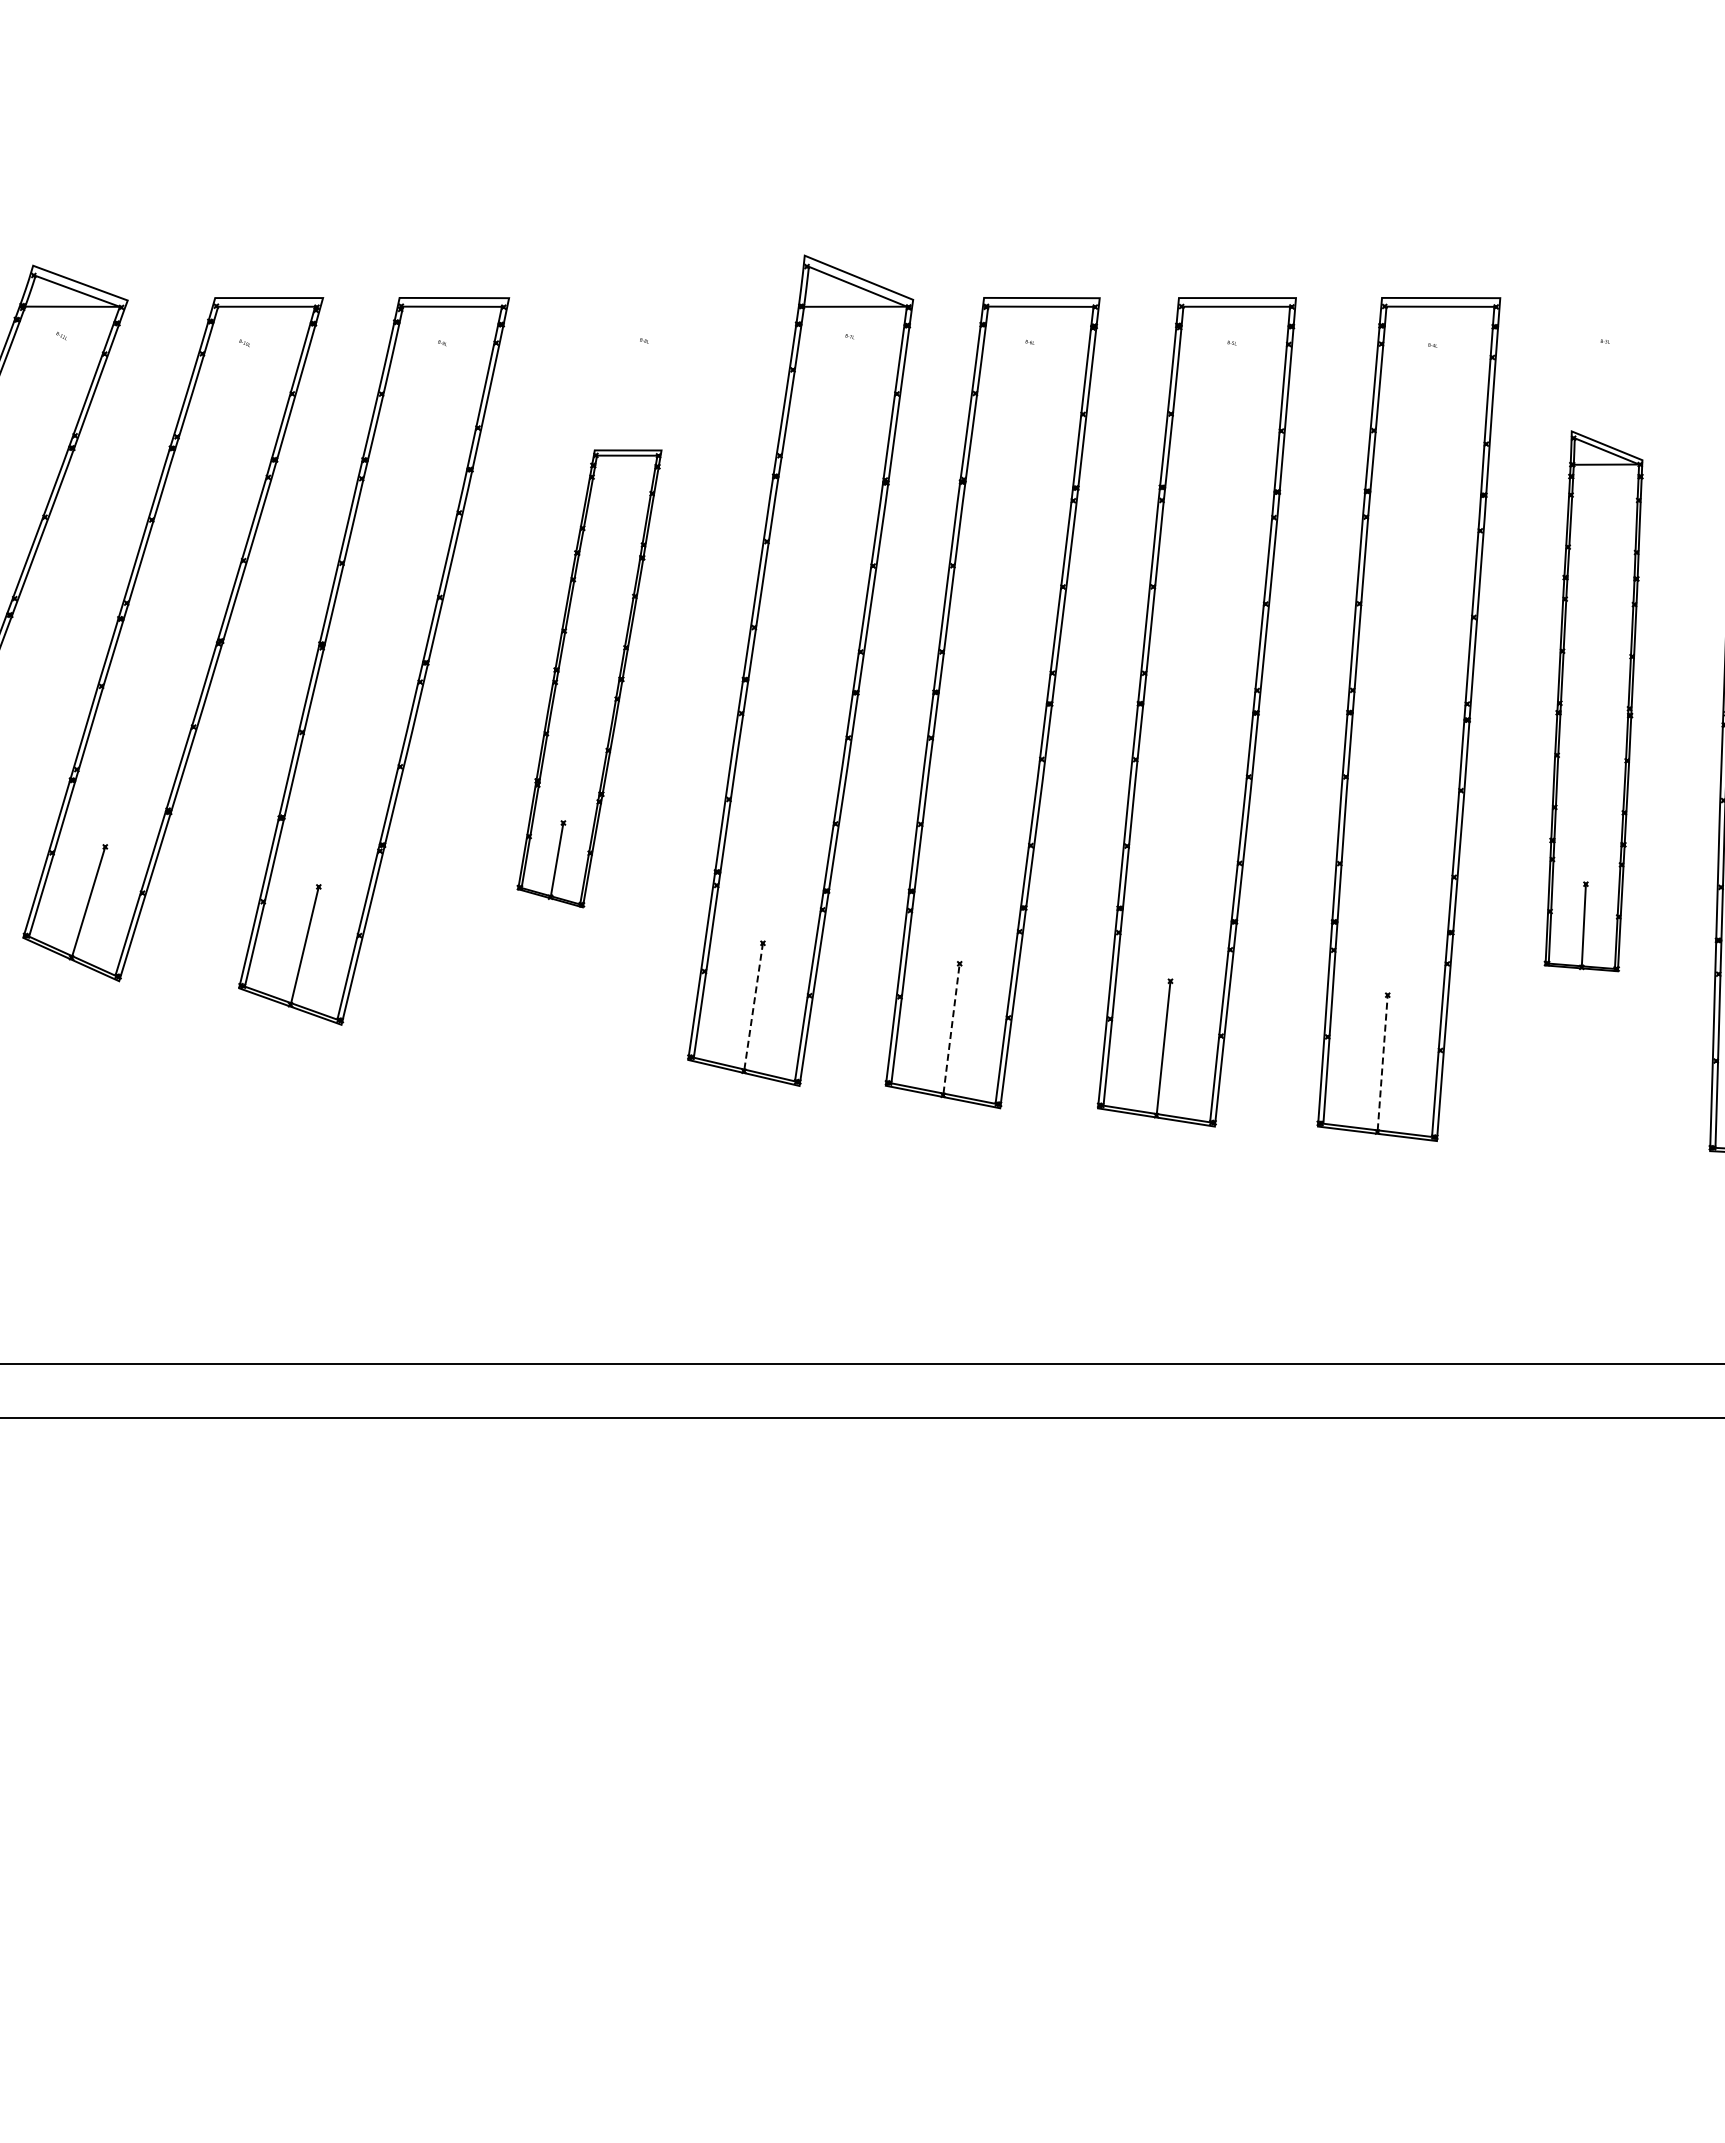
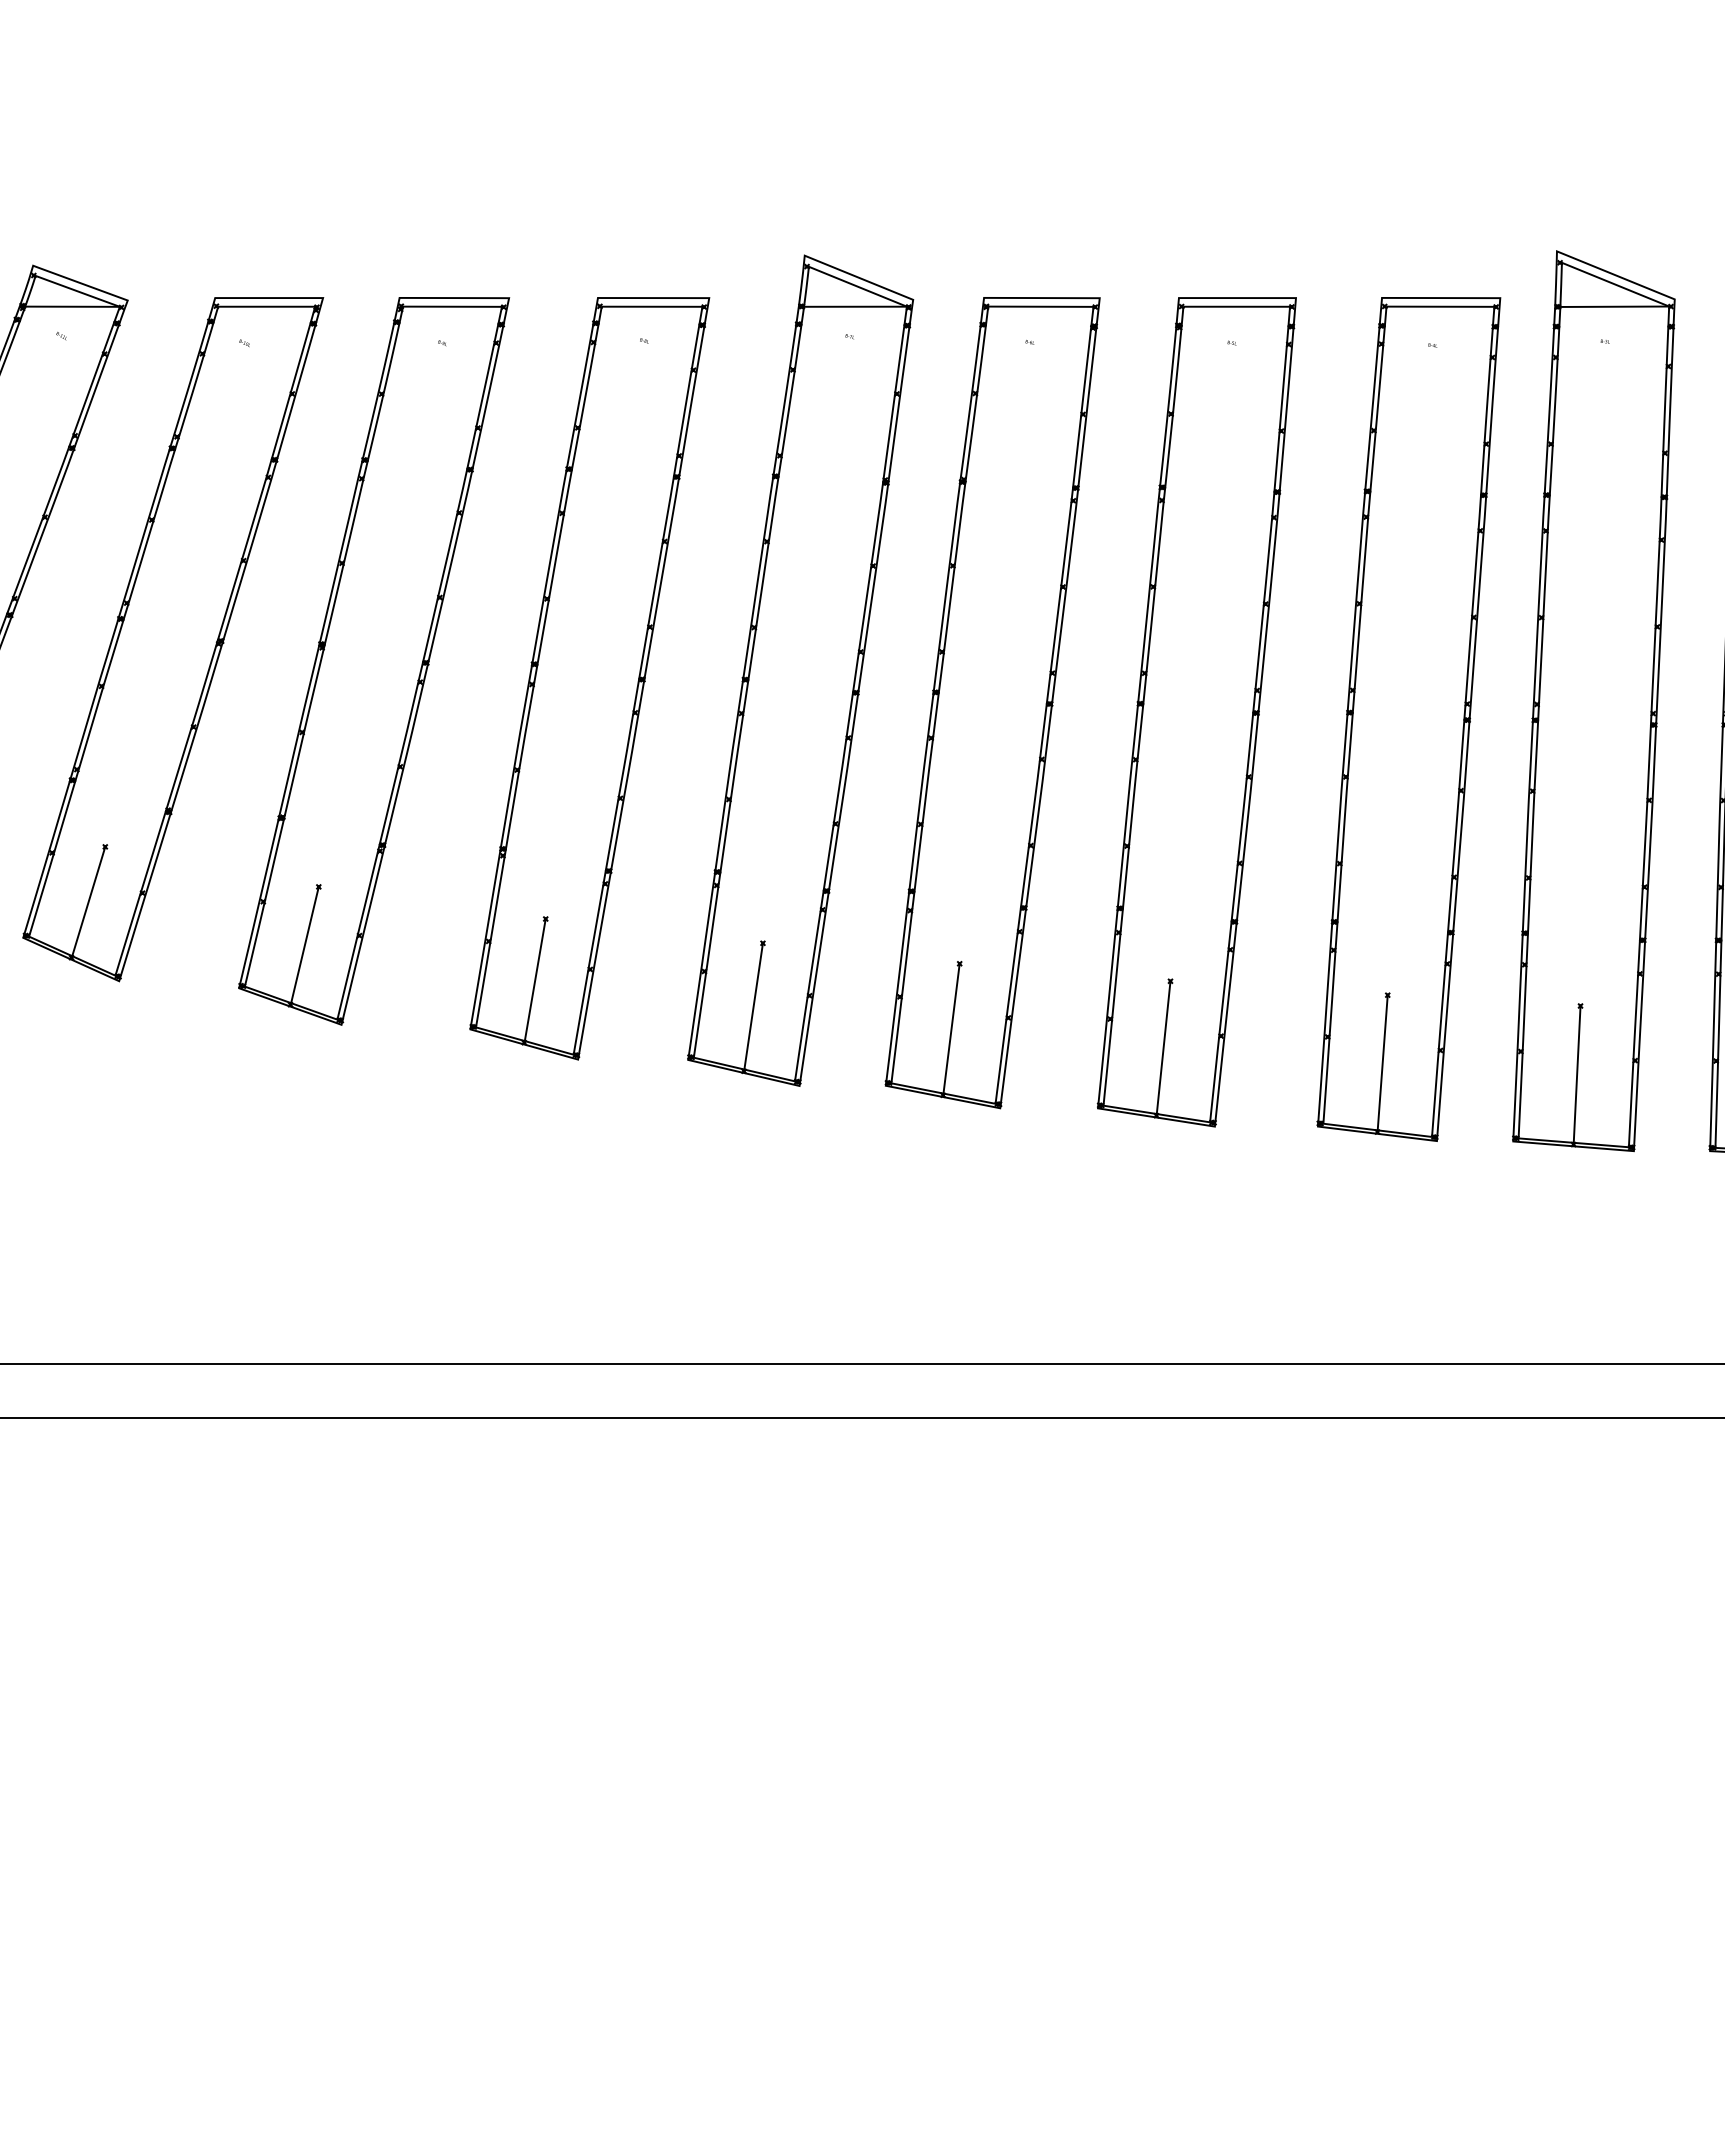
part at (589, 678) size: 147x460 px -> 242x764 px
part at (1593, 701) size: 101x543 px -> 164x903 px
line at (753, 1006): dashed -> solid
line at (951, 1028): dashed -> solid
line at (1382, 1062): dashed -> solid
